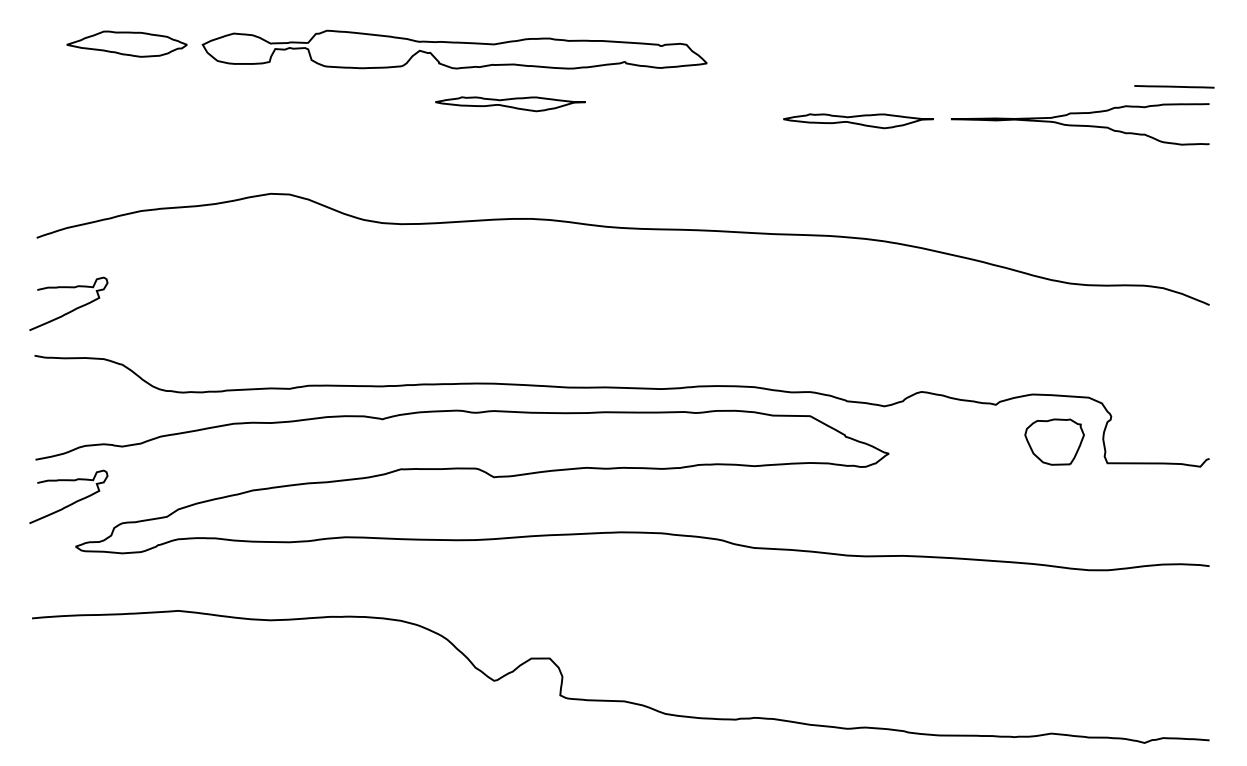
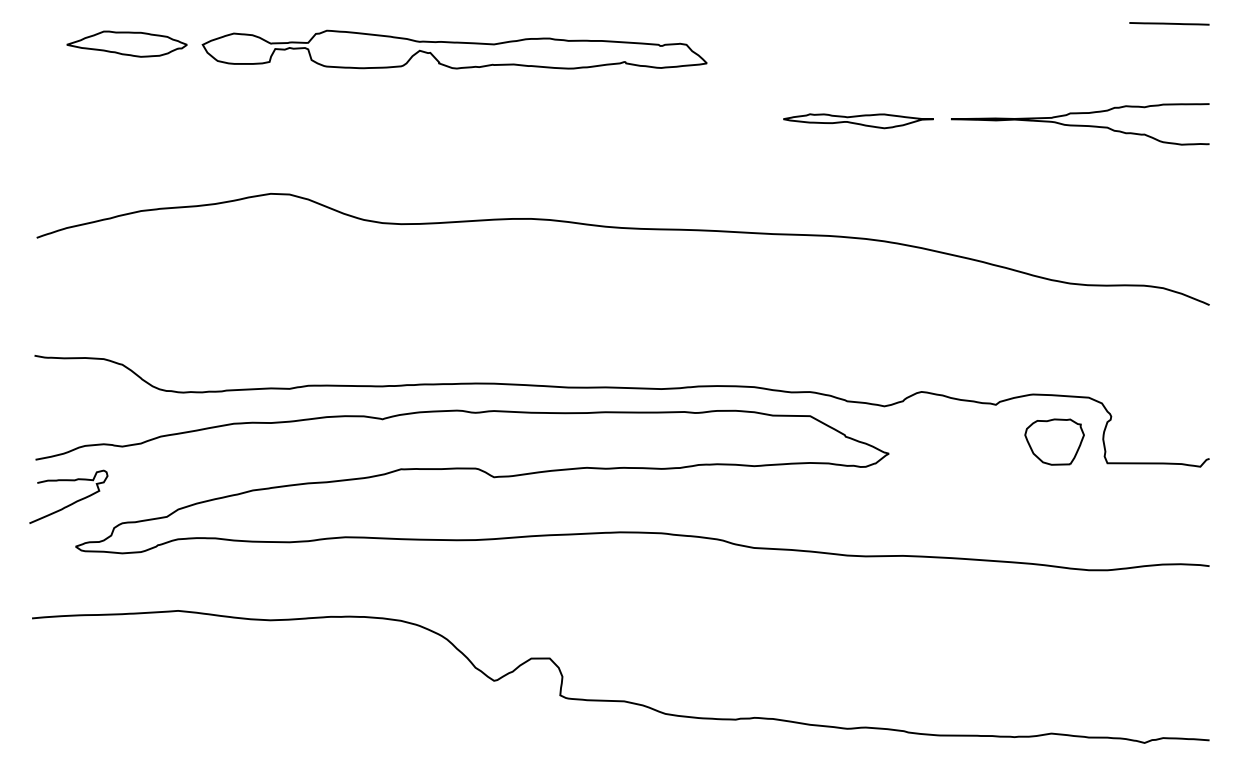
line at (1174, 86) position: (1174, 86) -> (1169, 23)
part at (510, 104): present -> none
curve at (72, 309): present -> none
